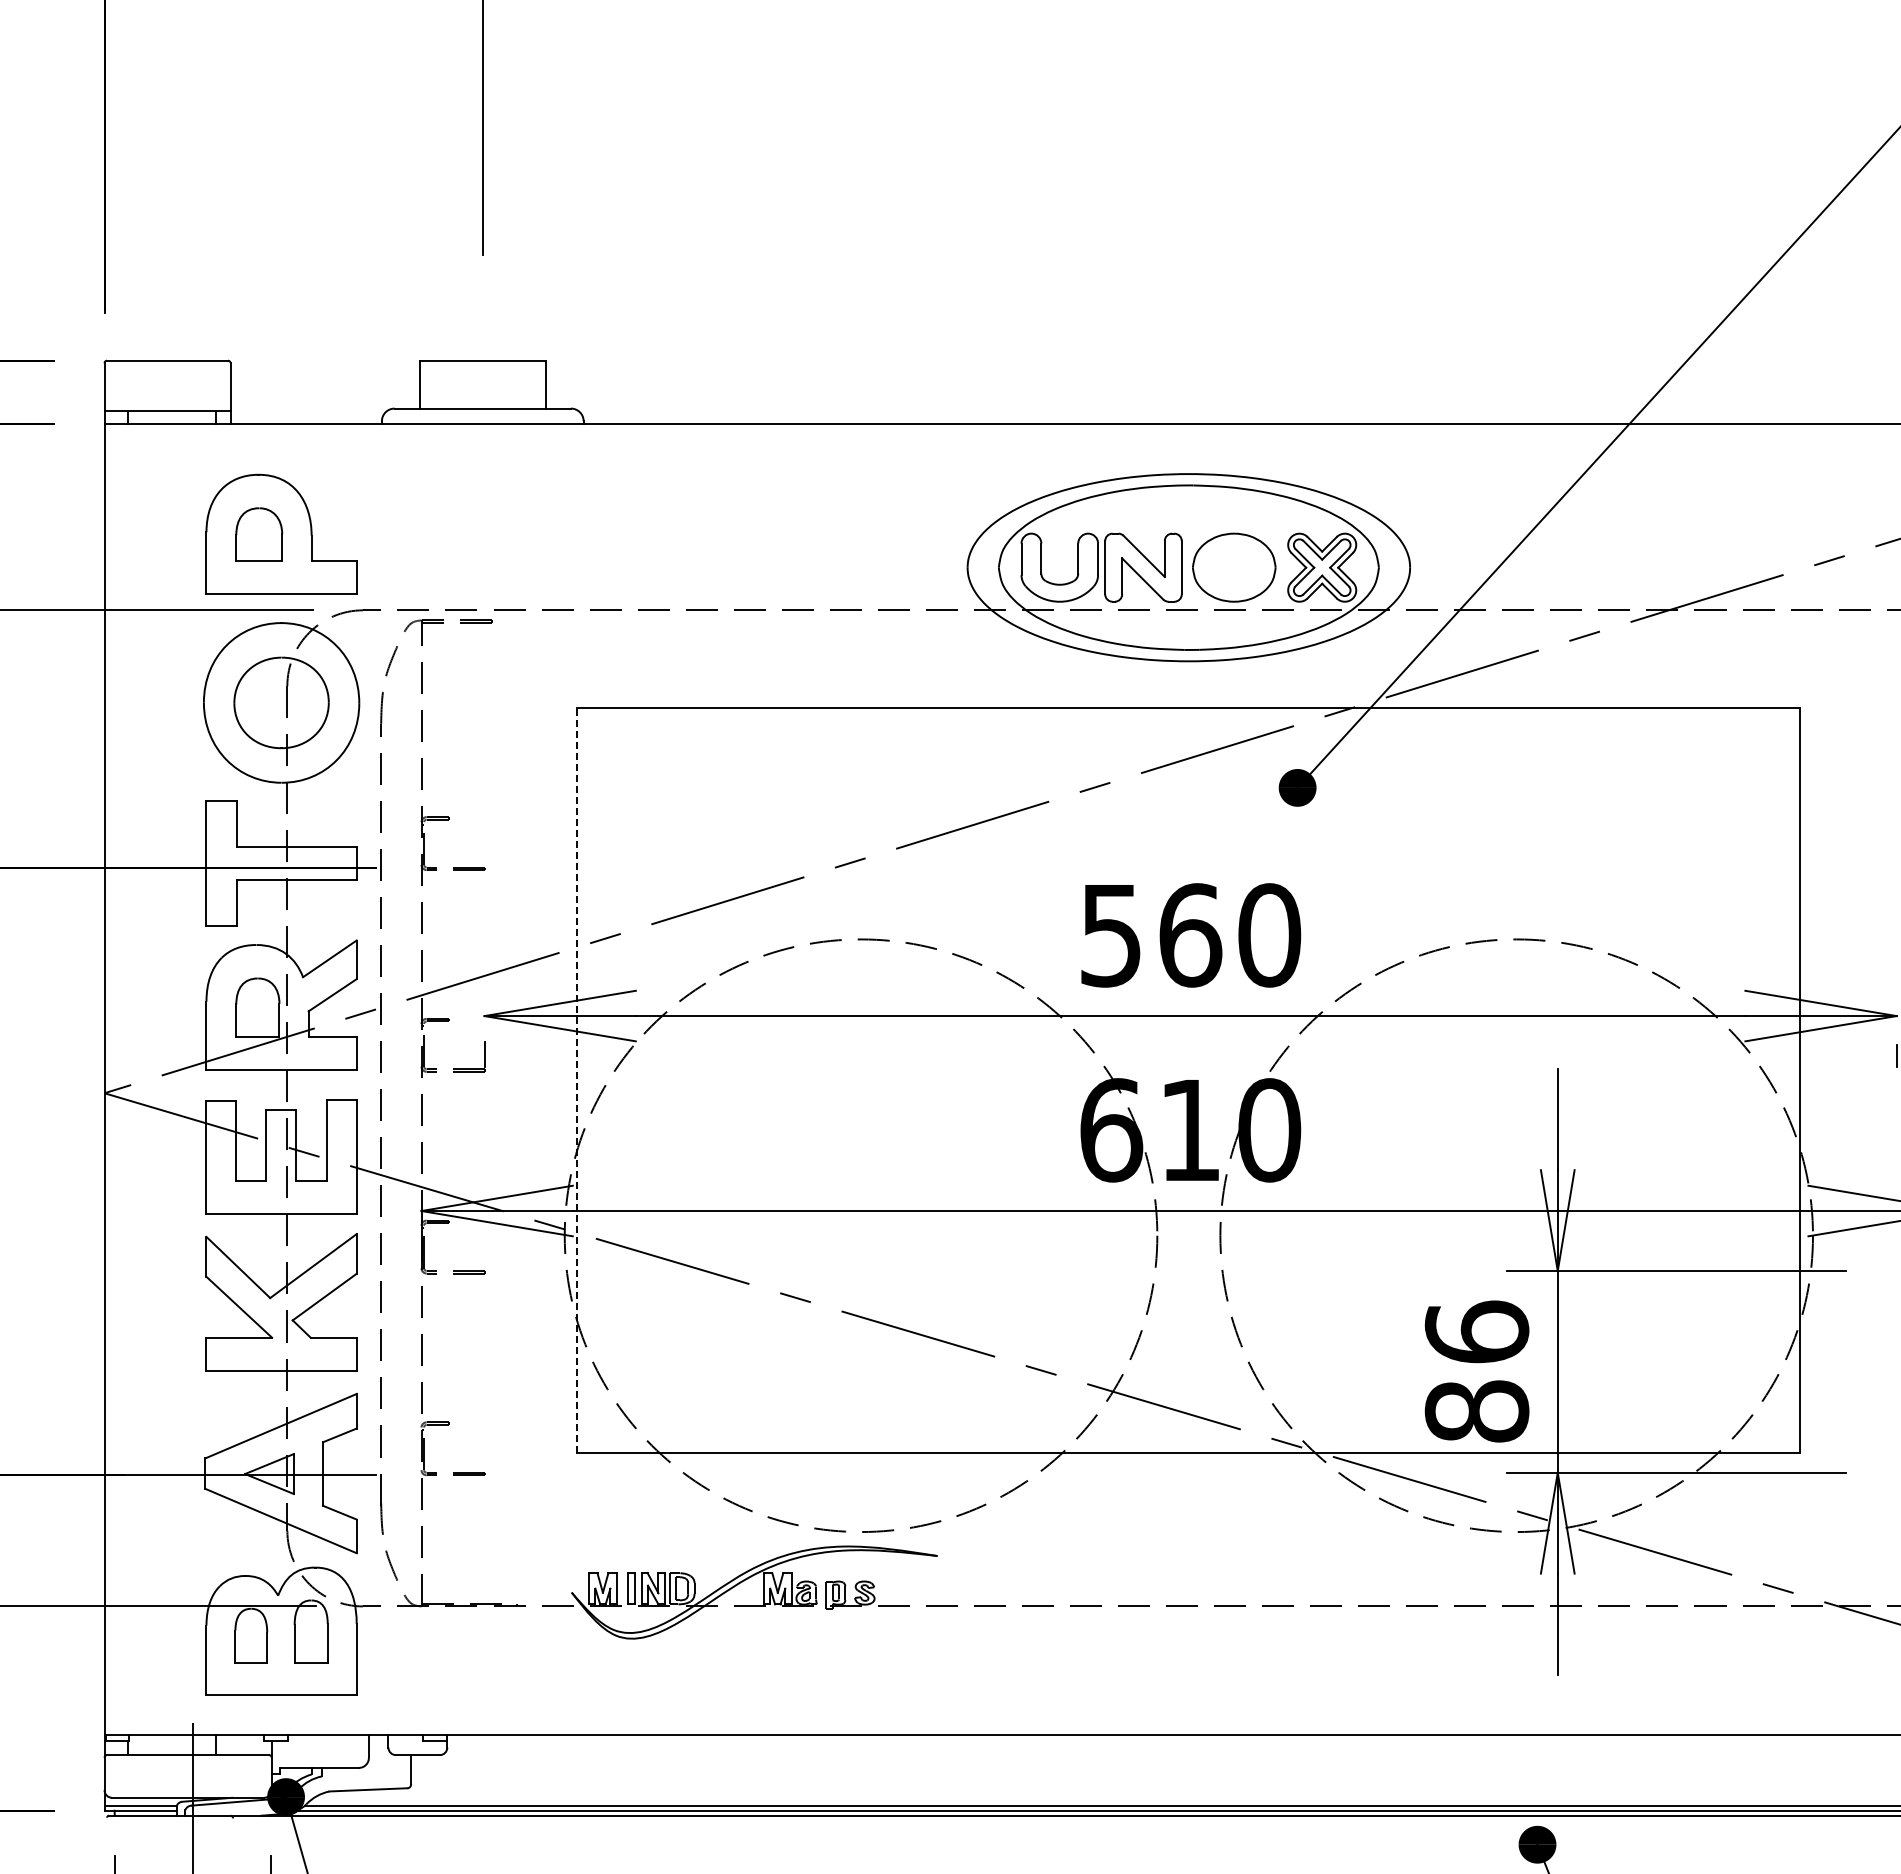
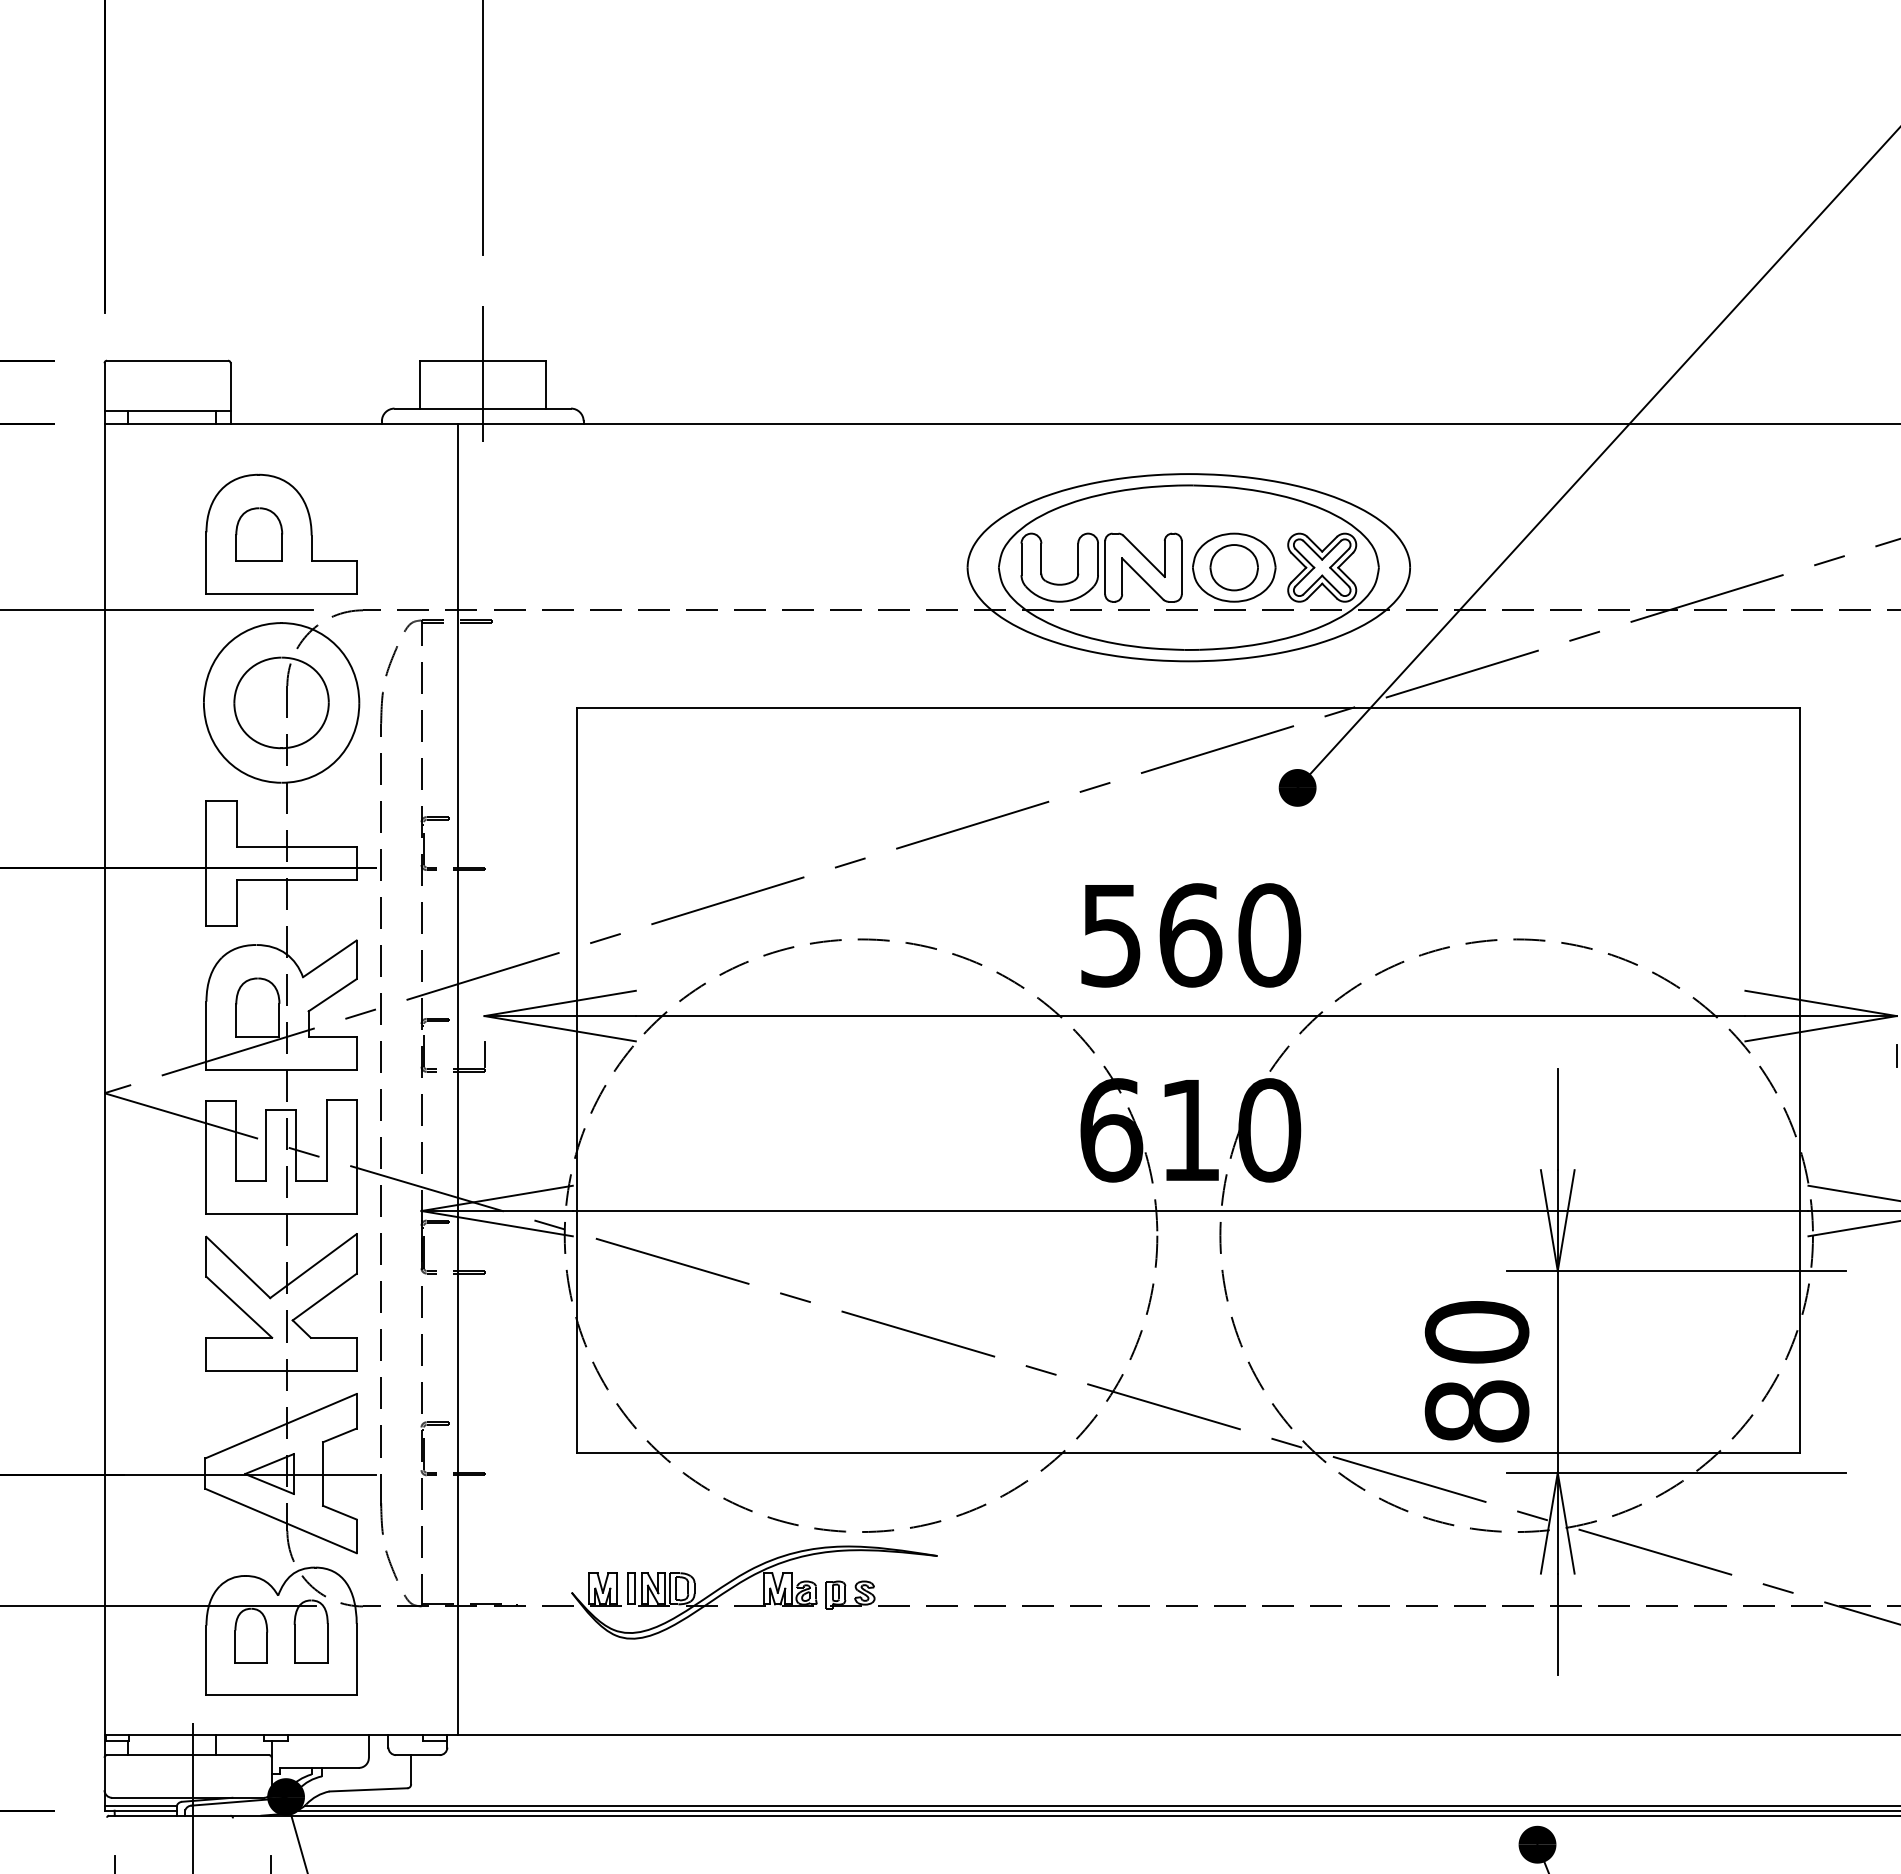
line at (482, 373): none -> present
part at (1233, 567): none -> present
line at (457, 1079): none -> present
line at (577, 1079): dashed -> solid
text at (1476, 1331): 86 -> 80
